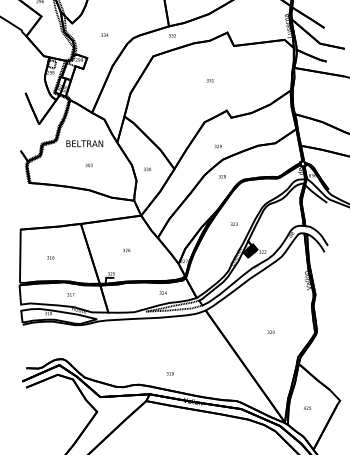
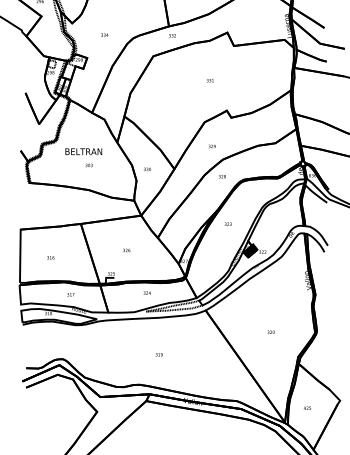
text at (84, 143) position: (84, 143) -> (83, 151)
text at (217, 146) position: (217, 146) -> (211, 146)
text at (233, 223) position: (233, 223) -> (227, 223)
text at (162, 292) position: (162, 292) -> (146, 292)
text at (169, 373) position: (169, 373) -> (158, 354)
